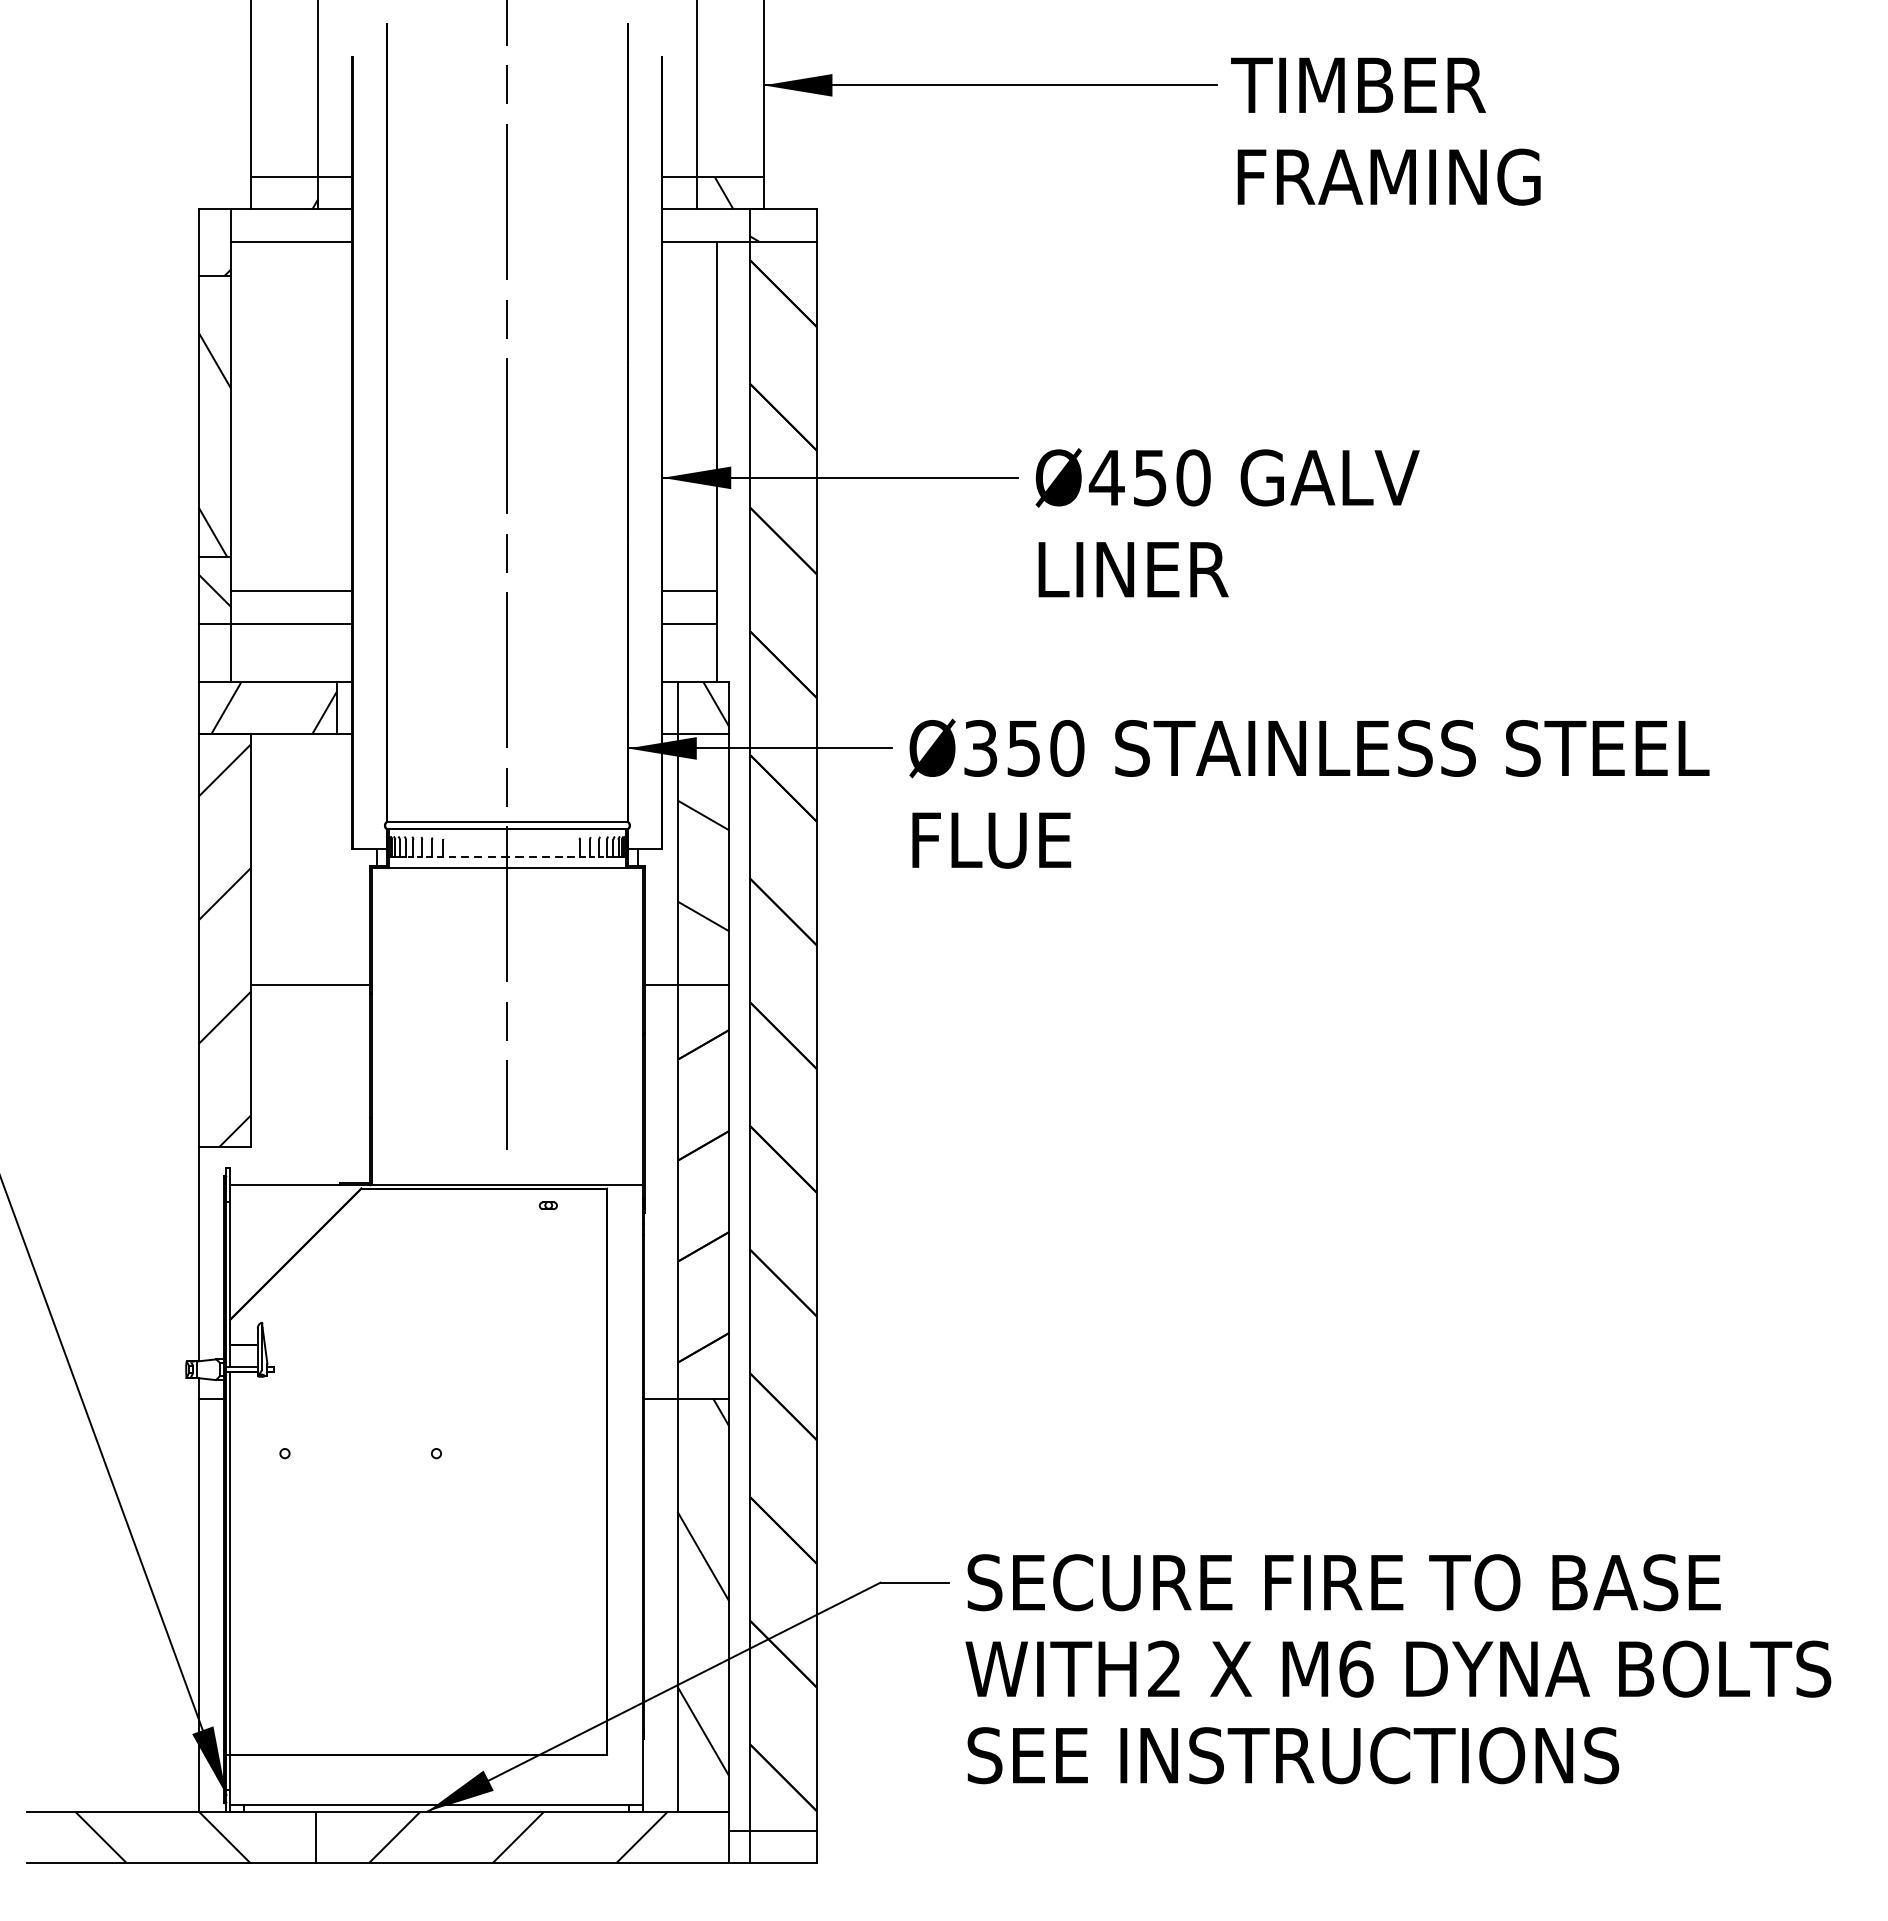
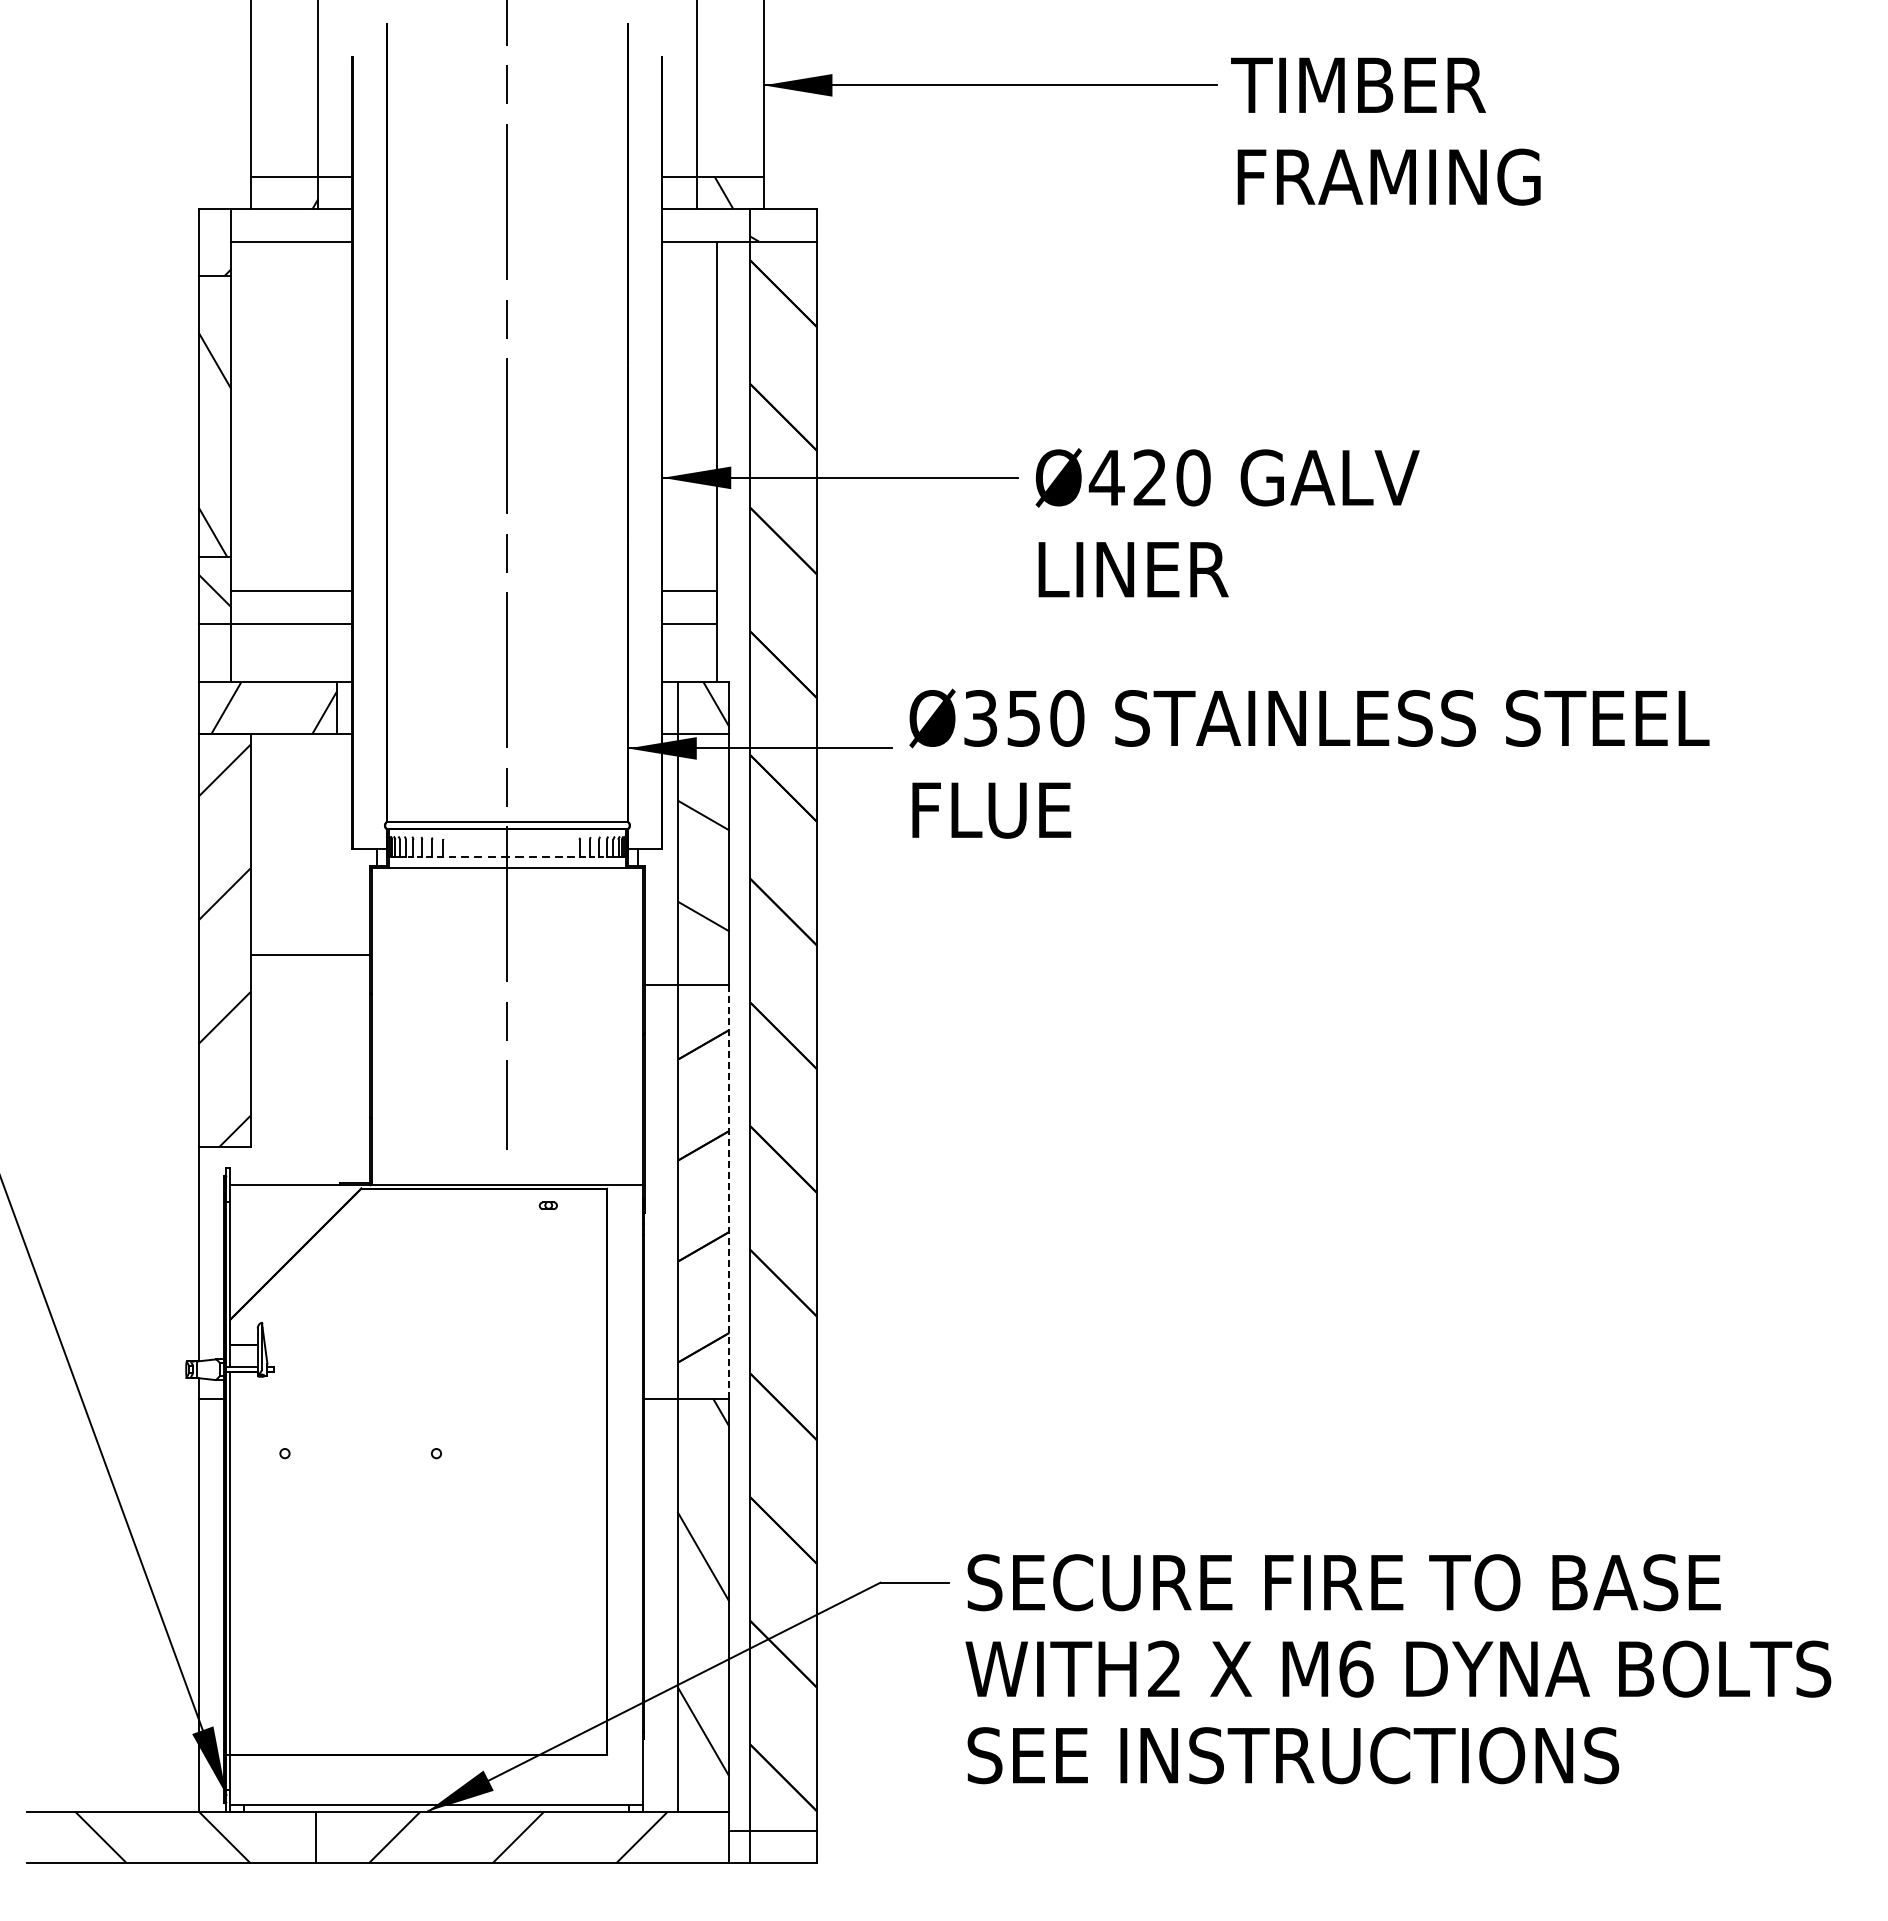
text at (1149, 477): Ø450 -> Ø420
text at (1309, 793) position: (1309, 793) -> (1309, 763)
line at (309, 985) position: (309, 985) -> (309, 955)
line at (729, 1191): solid -> dashed
